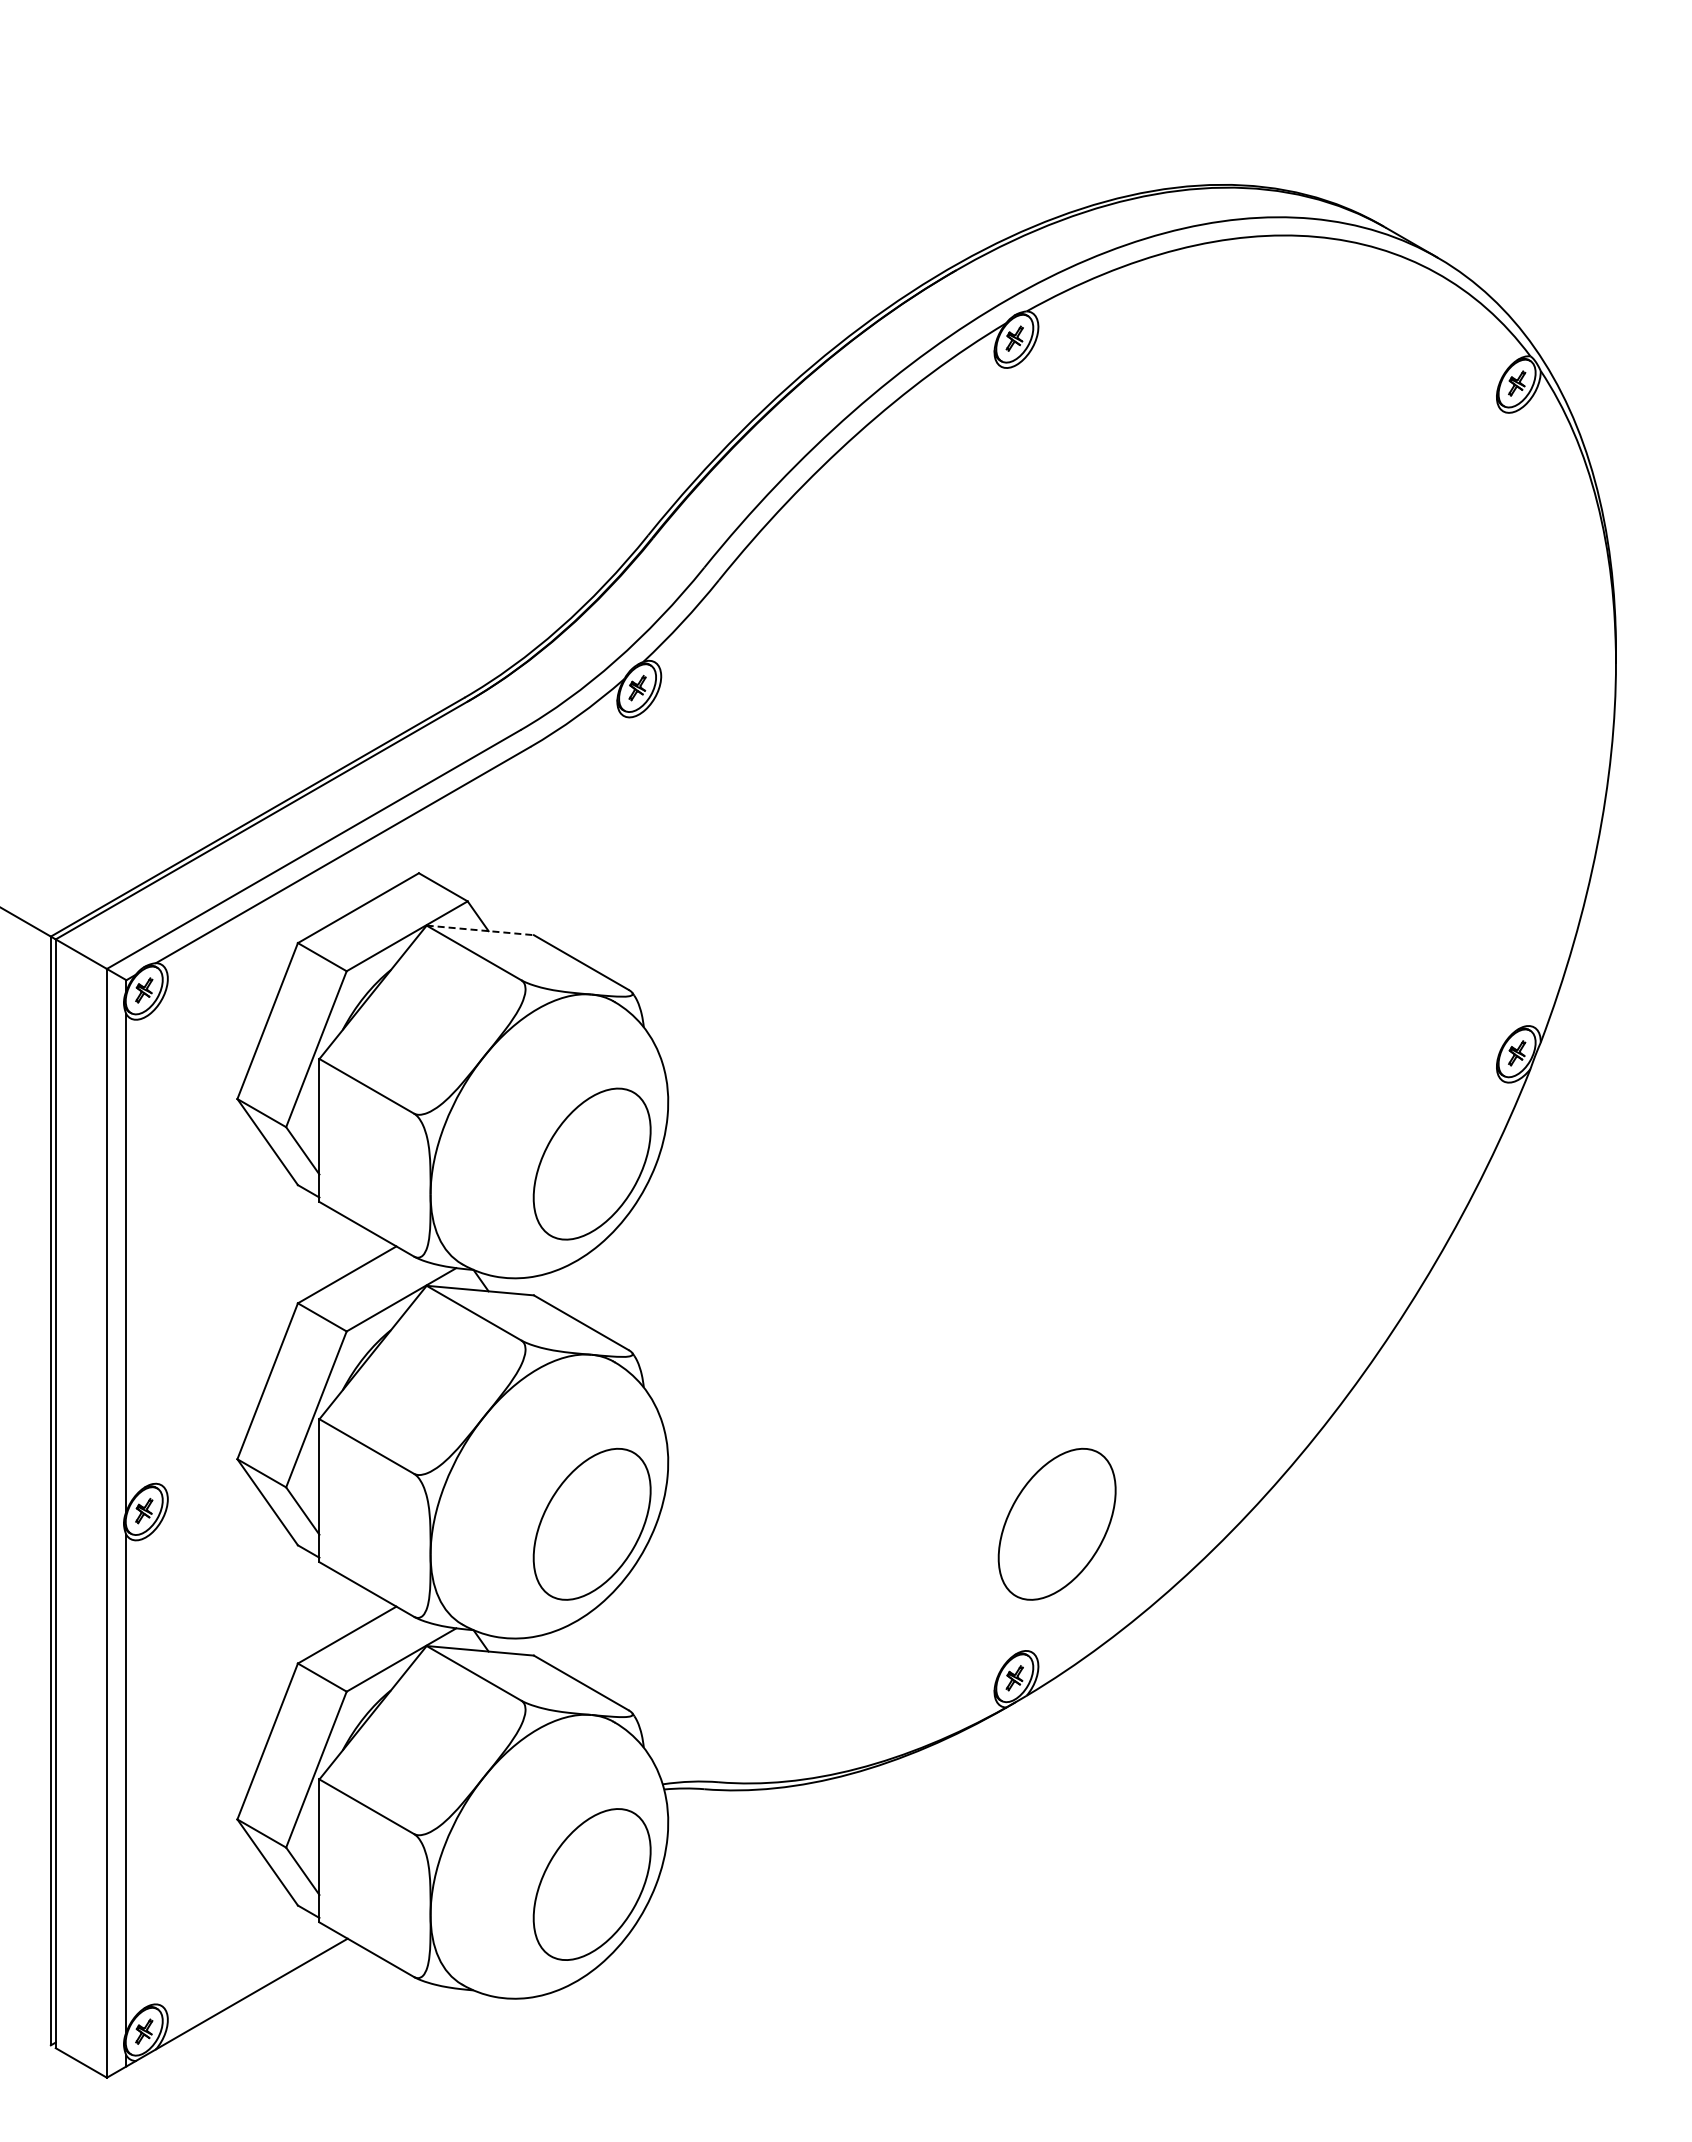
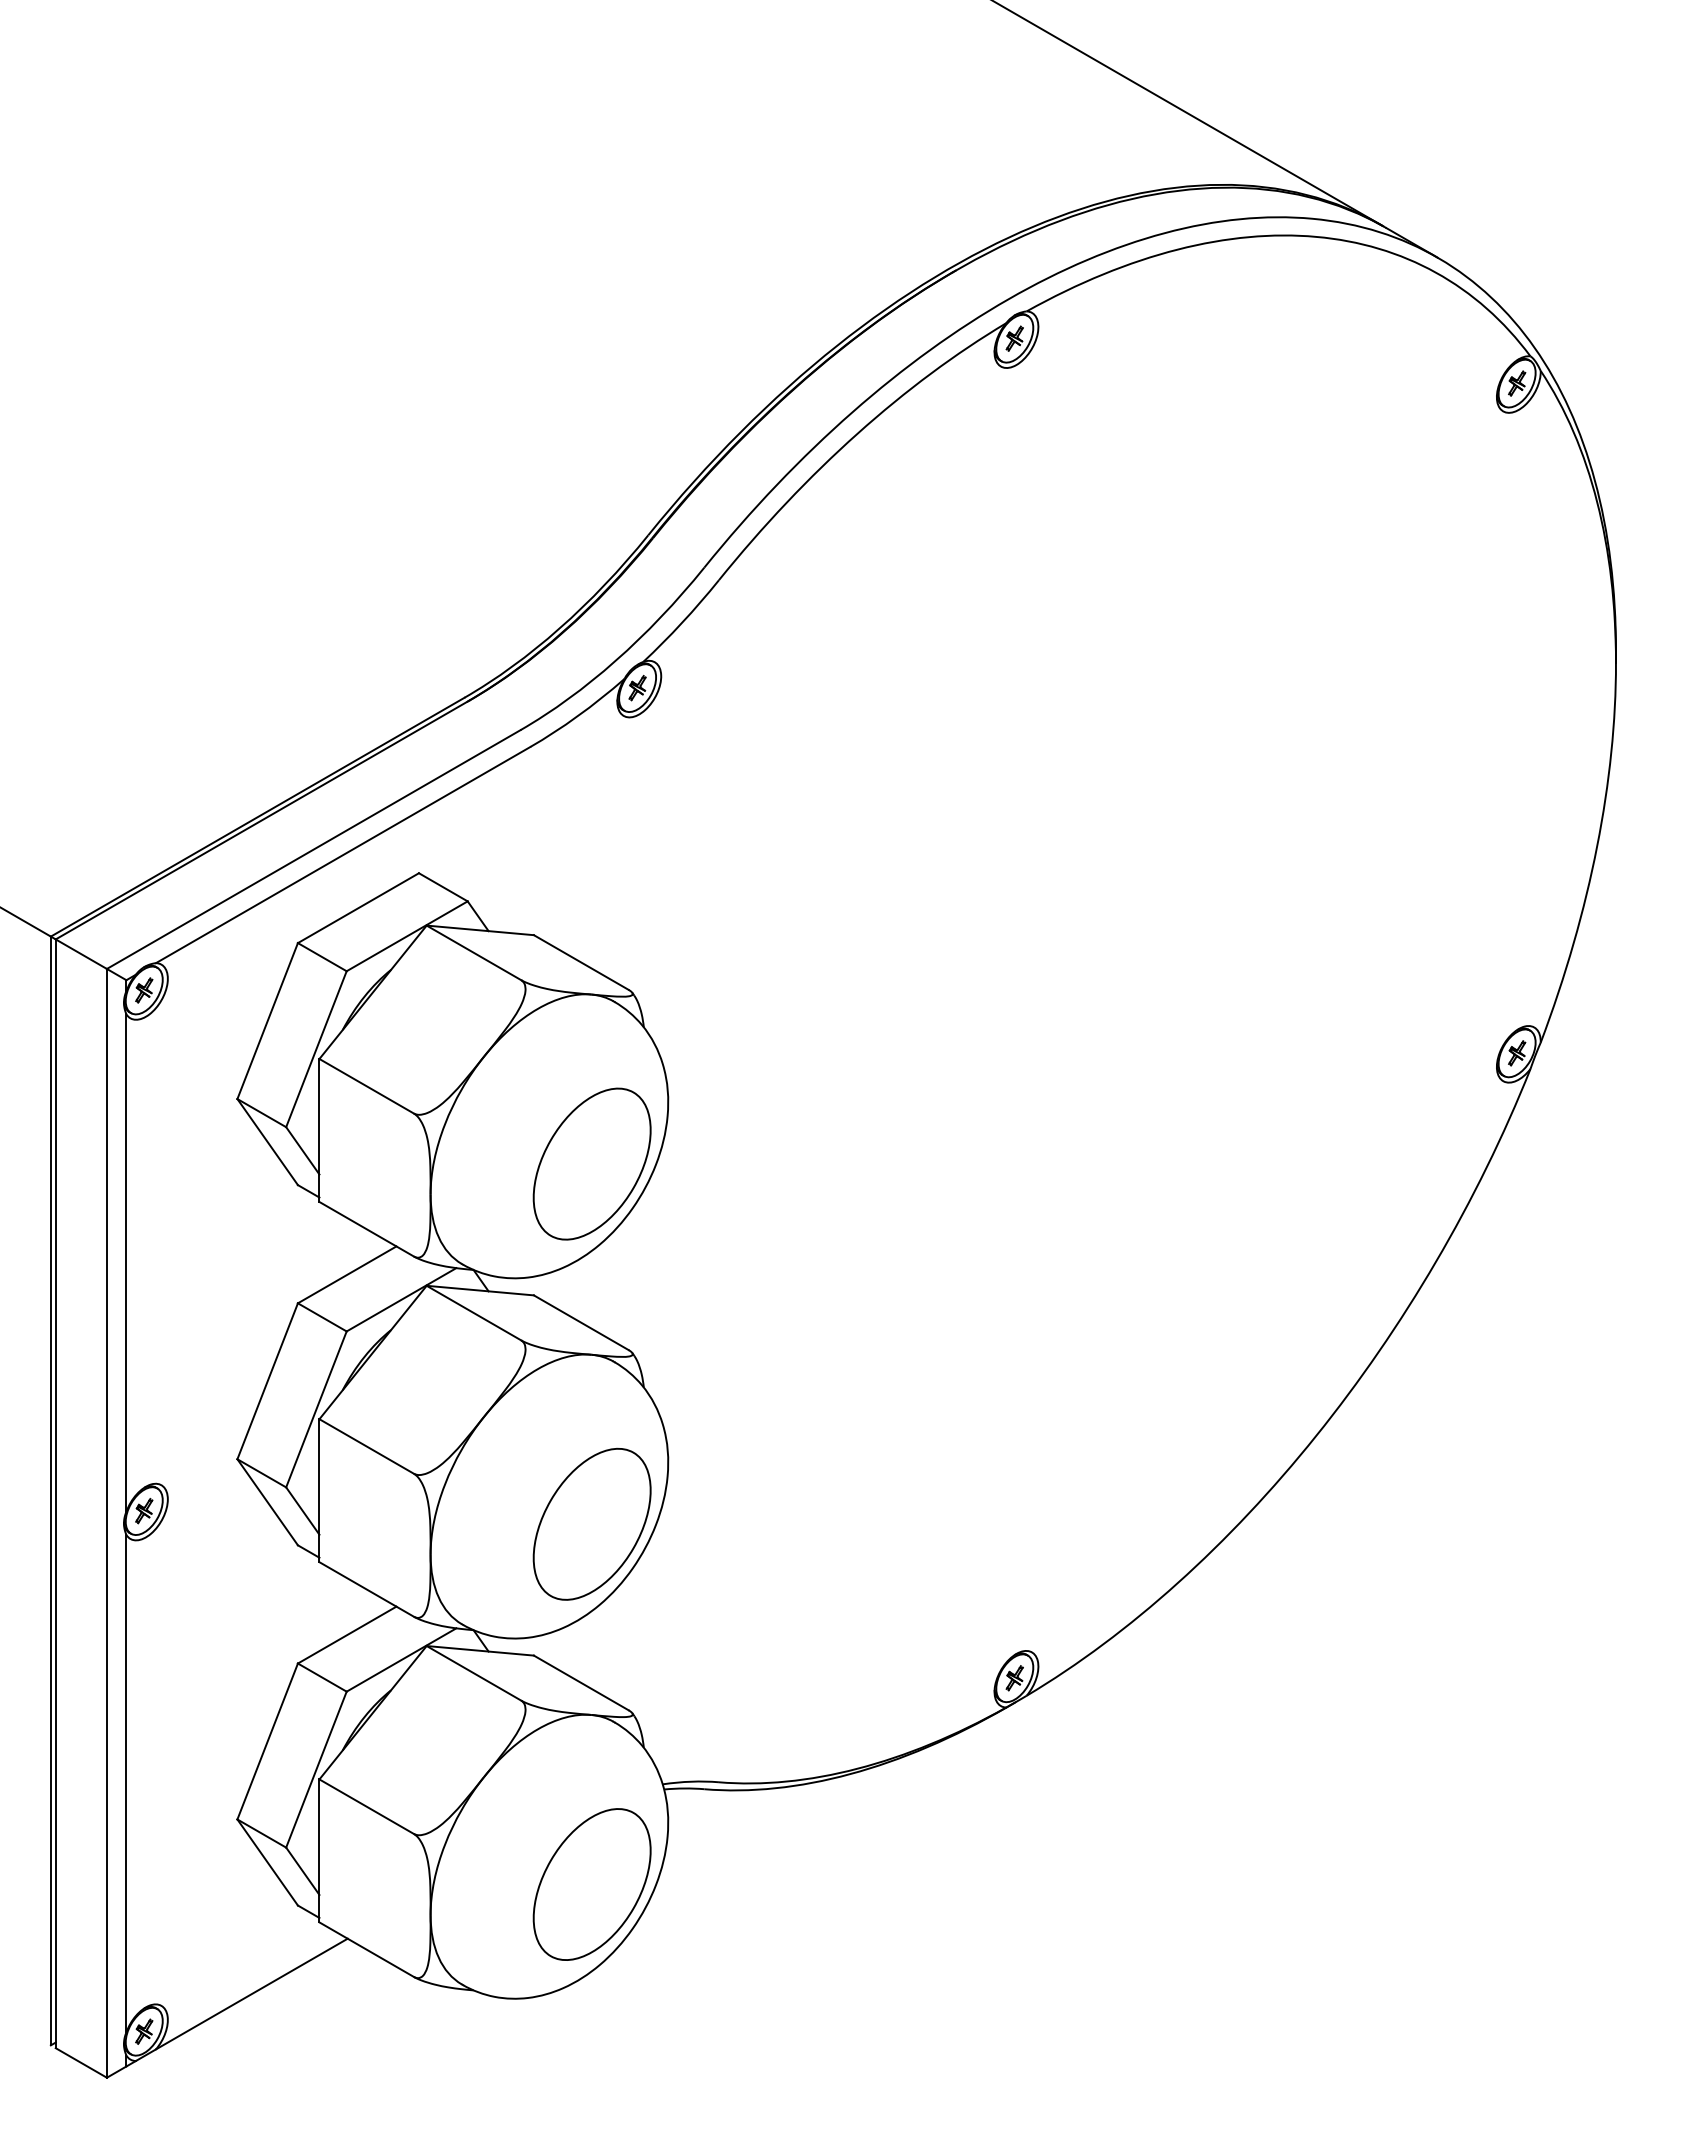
line at (1188, 113): none -> present
line at (480, 930): dashed -> solid
part at (1056, 1523): present -> none
